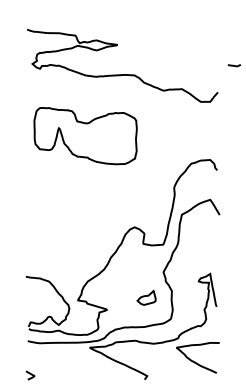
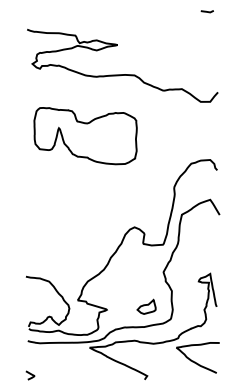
line at (233, 65) position: (233, 65) -> (206, 11)
part at (146, 297) position: (146, 297) -> (146, 306)
